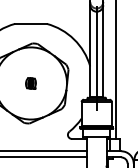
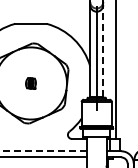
line at (103, 50): solid -> dashed
line at (43, 151): solid -> dashed
